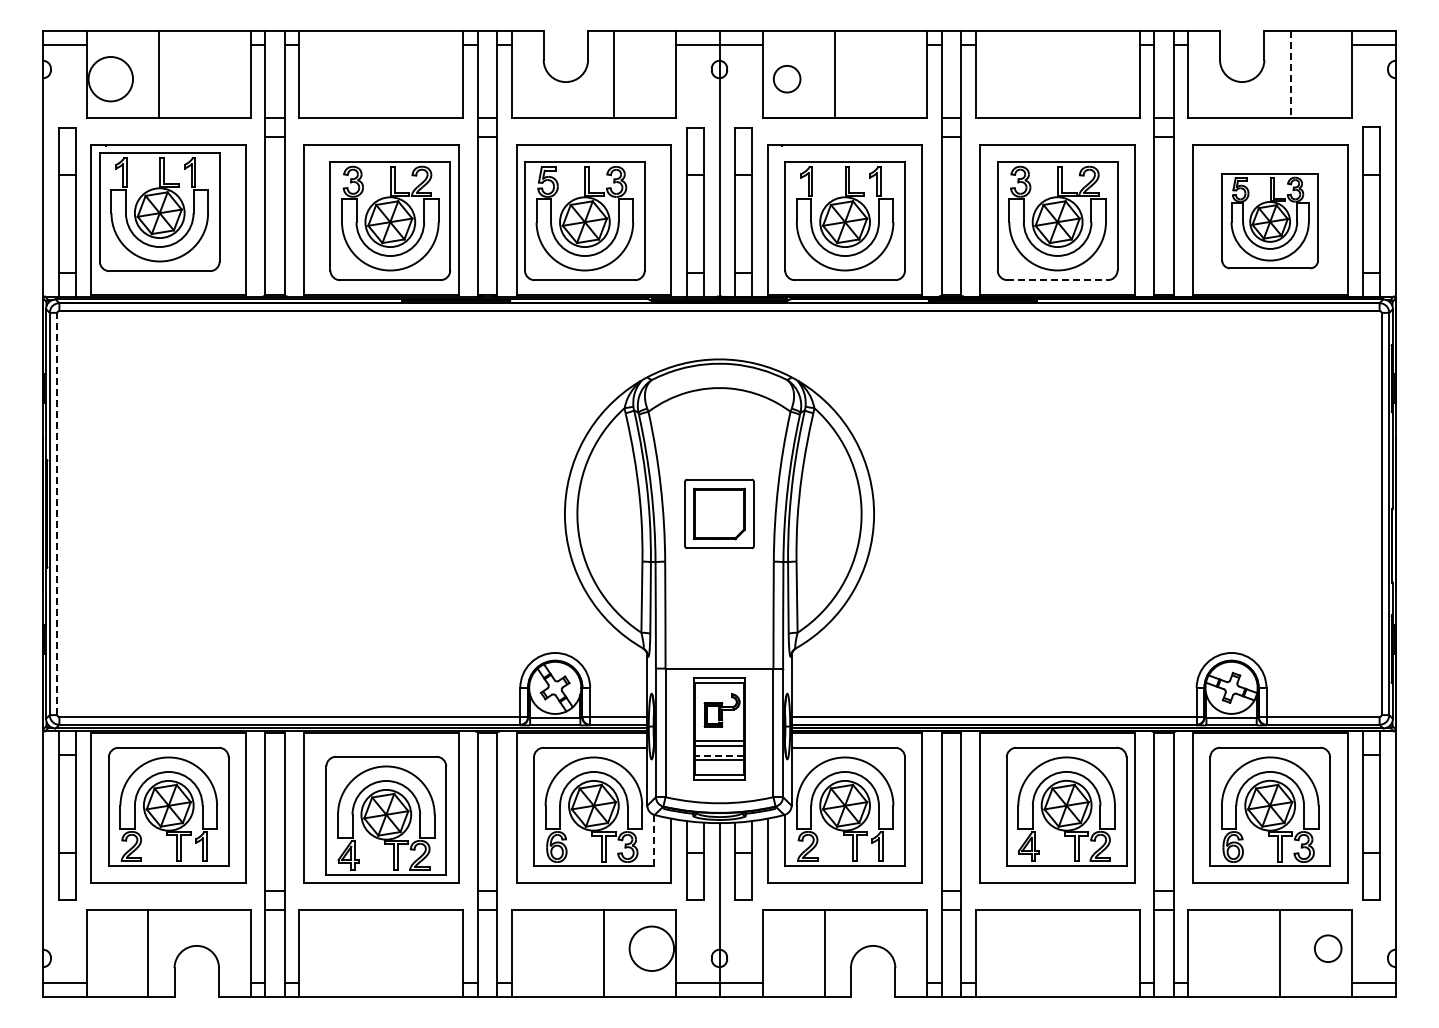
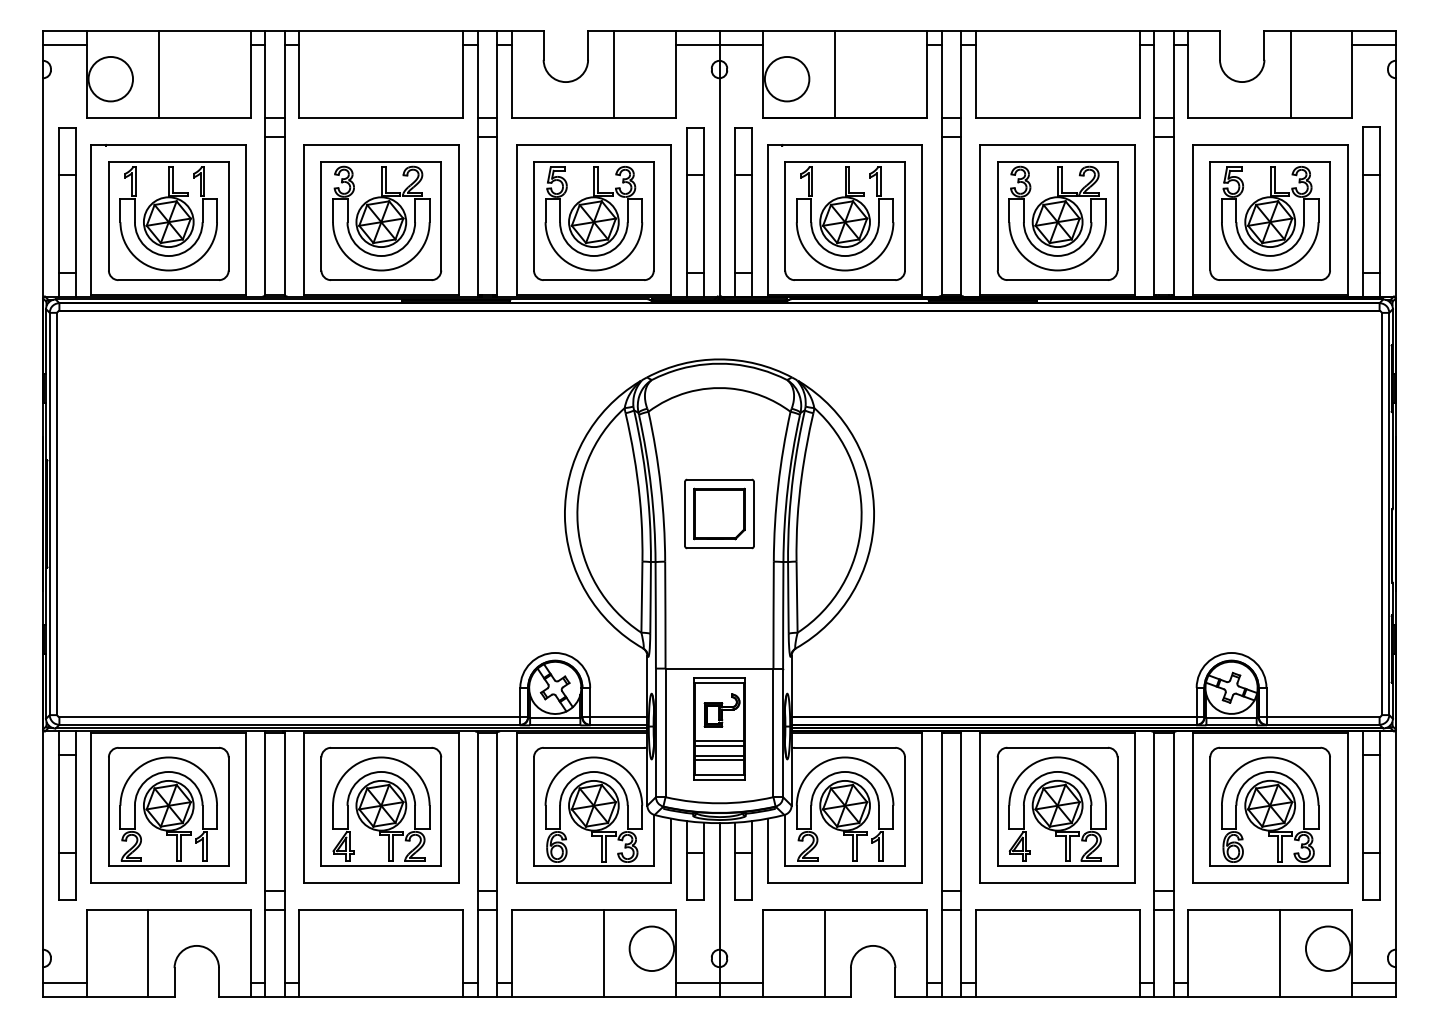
line at (1290, 74): dashed -> solid
circle at (786, 78) diameter: 27 px -> 44 px
part at (159, 211) position: (159, 211) -> (168, 220)
part at (390, 220) position: (390, 220) -> (381, 220)
part at (584, 220) position: (584, 220) -> (593, 220)
part at (1269, 221) size: 98x97 px -> 122x120 px
line at (1058, 280): dashed -> solid
line at (57, 513): dashed -> solid
line at (719, 755): dashed -> solid
part at (1066, 806) position: (1066, 806) -> (1057, 806)
part at (386, 815) position: (386, 815) -> (381, 806)
line at (653, 839): dashed -> solid
circle at (1327, 948) diameter: 27 px -> 44 px
